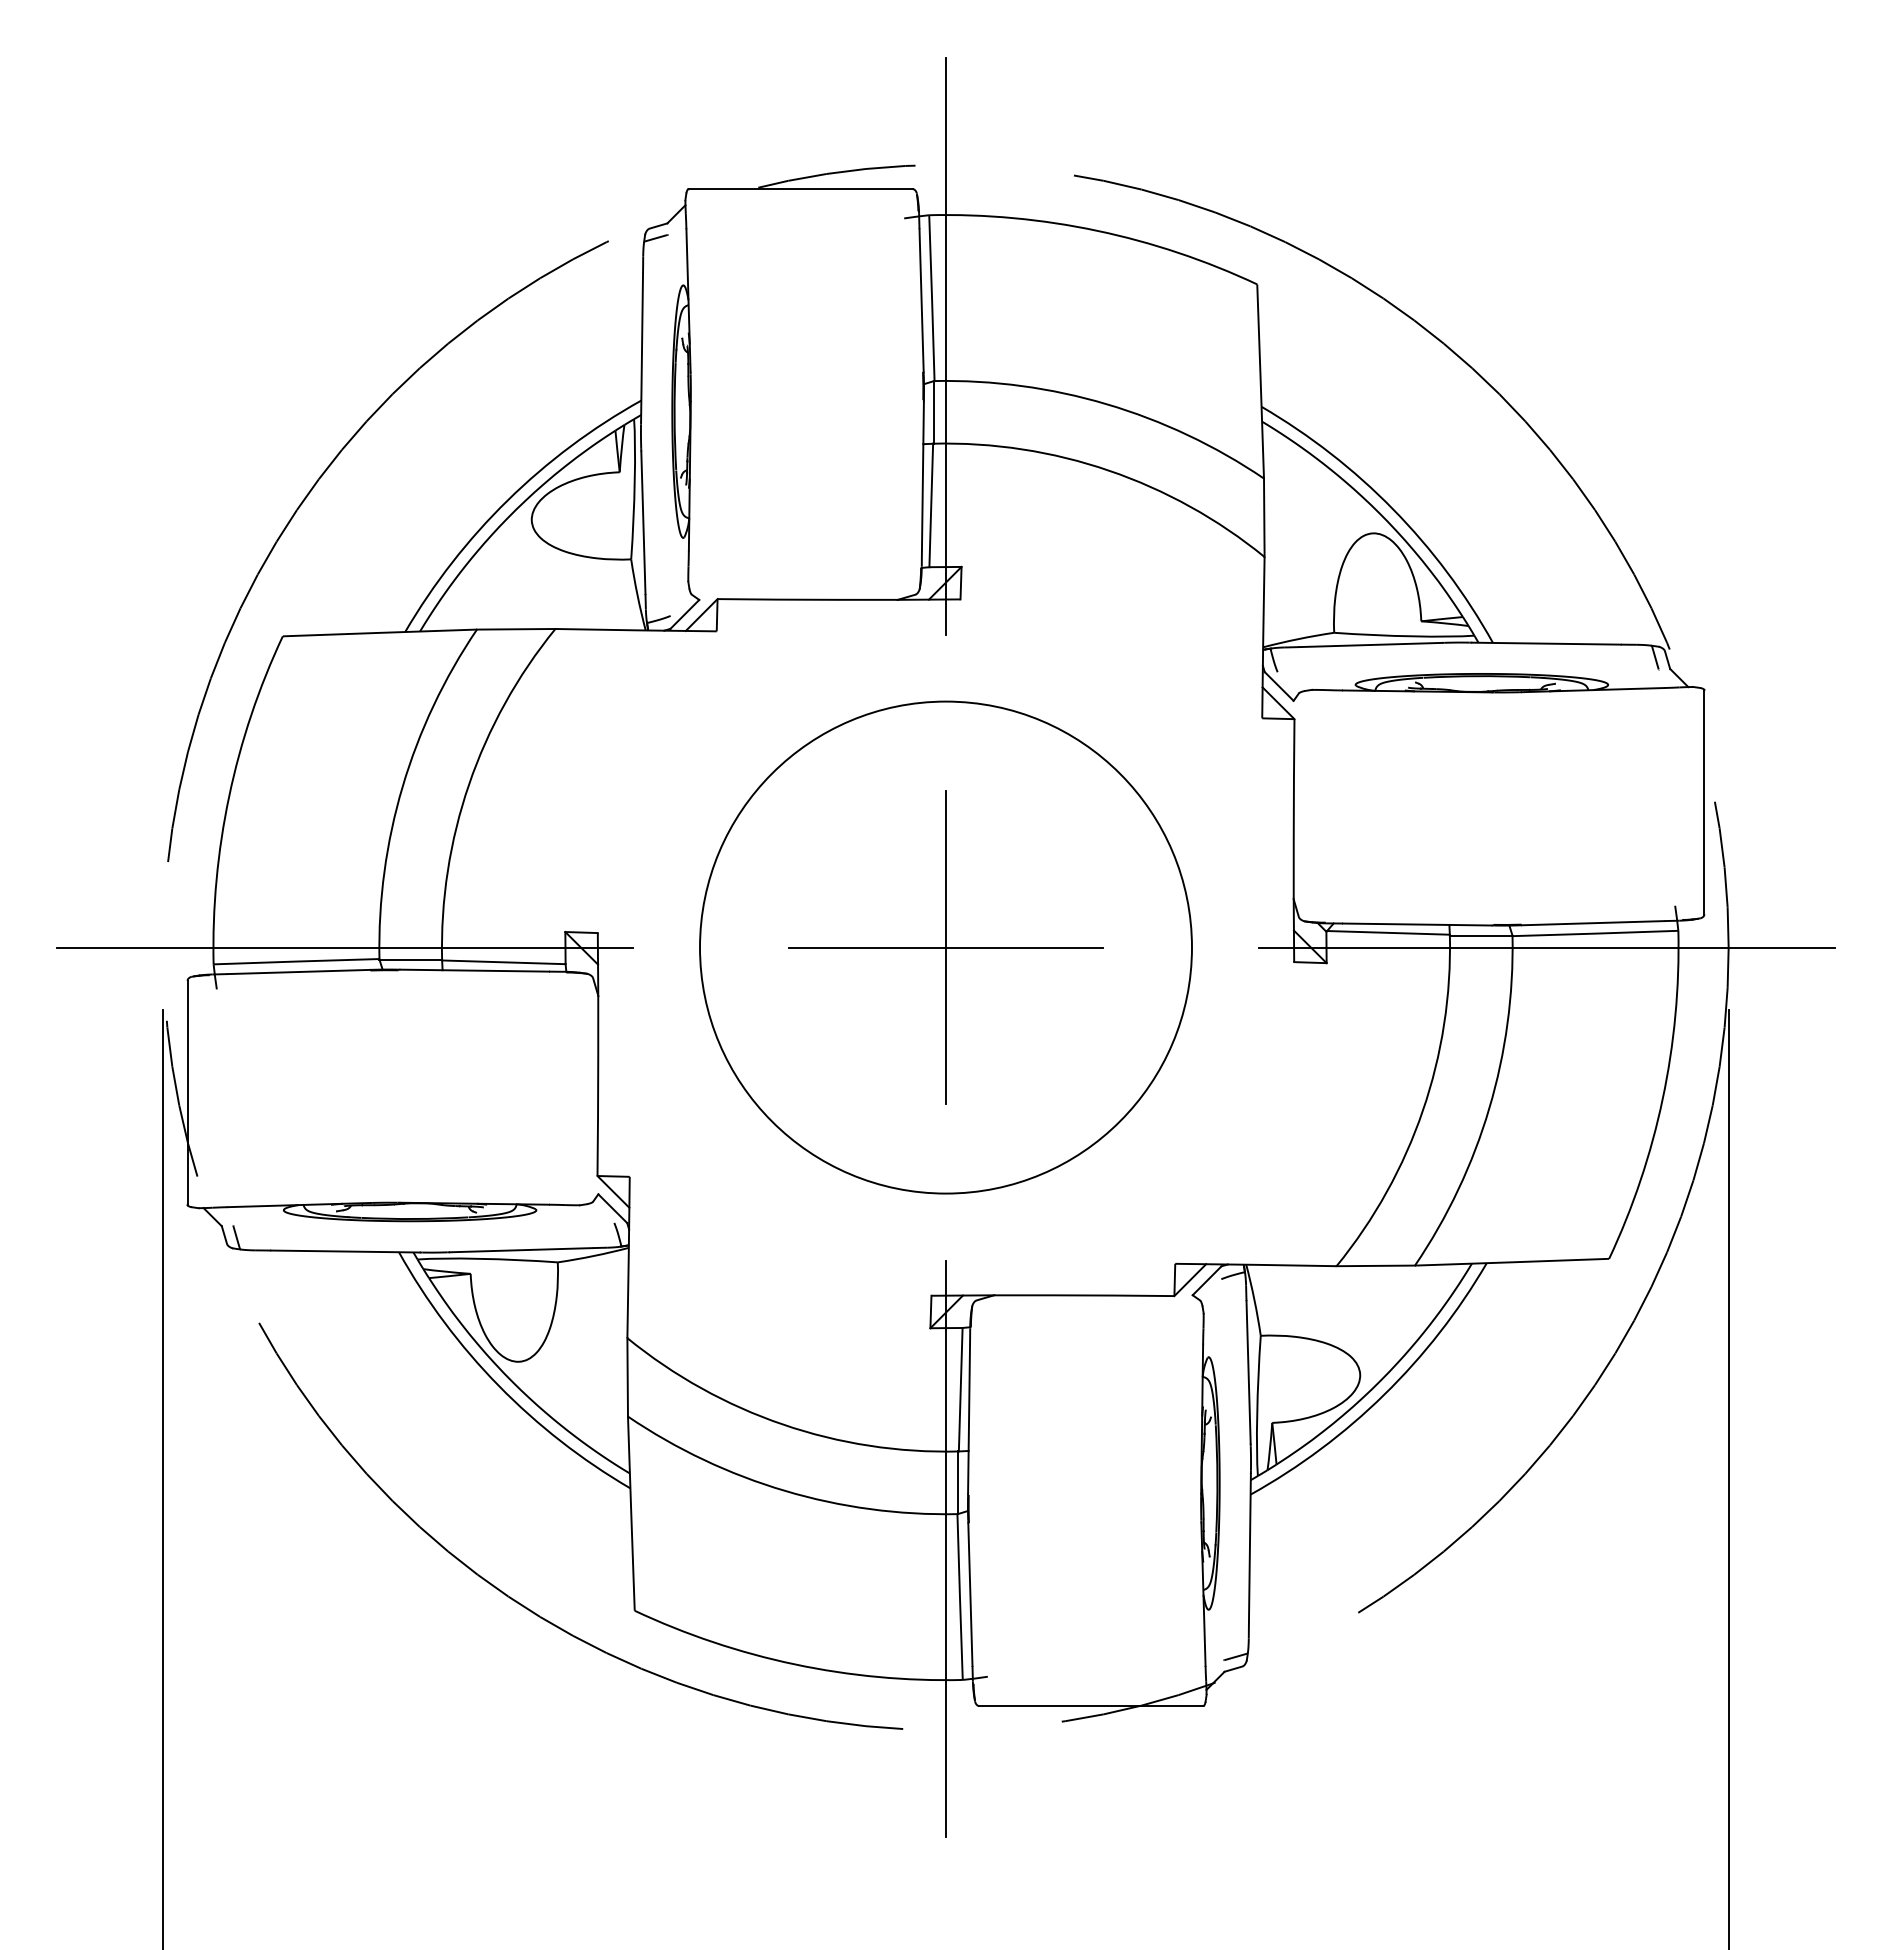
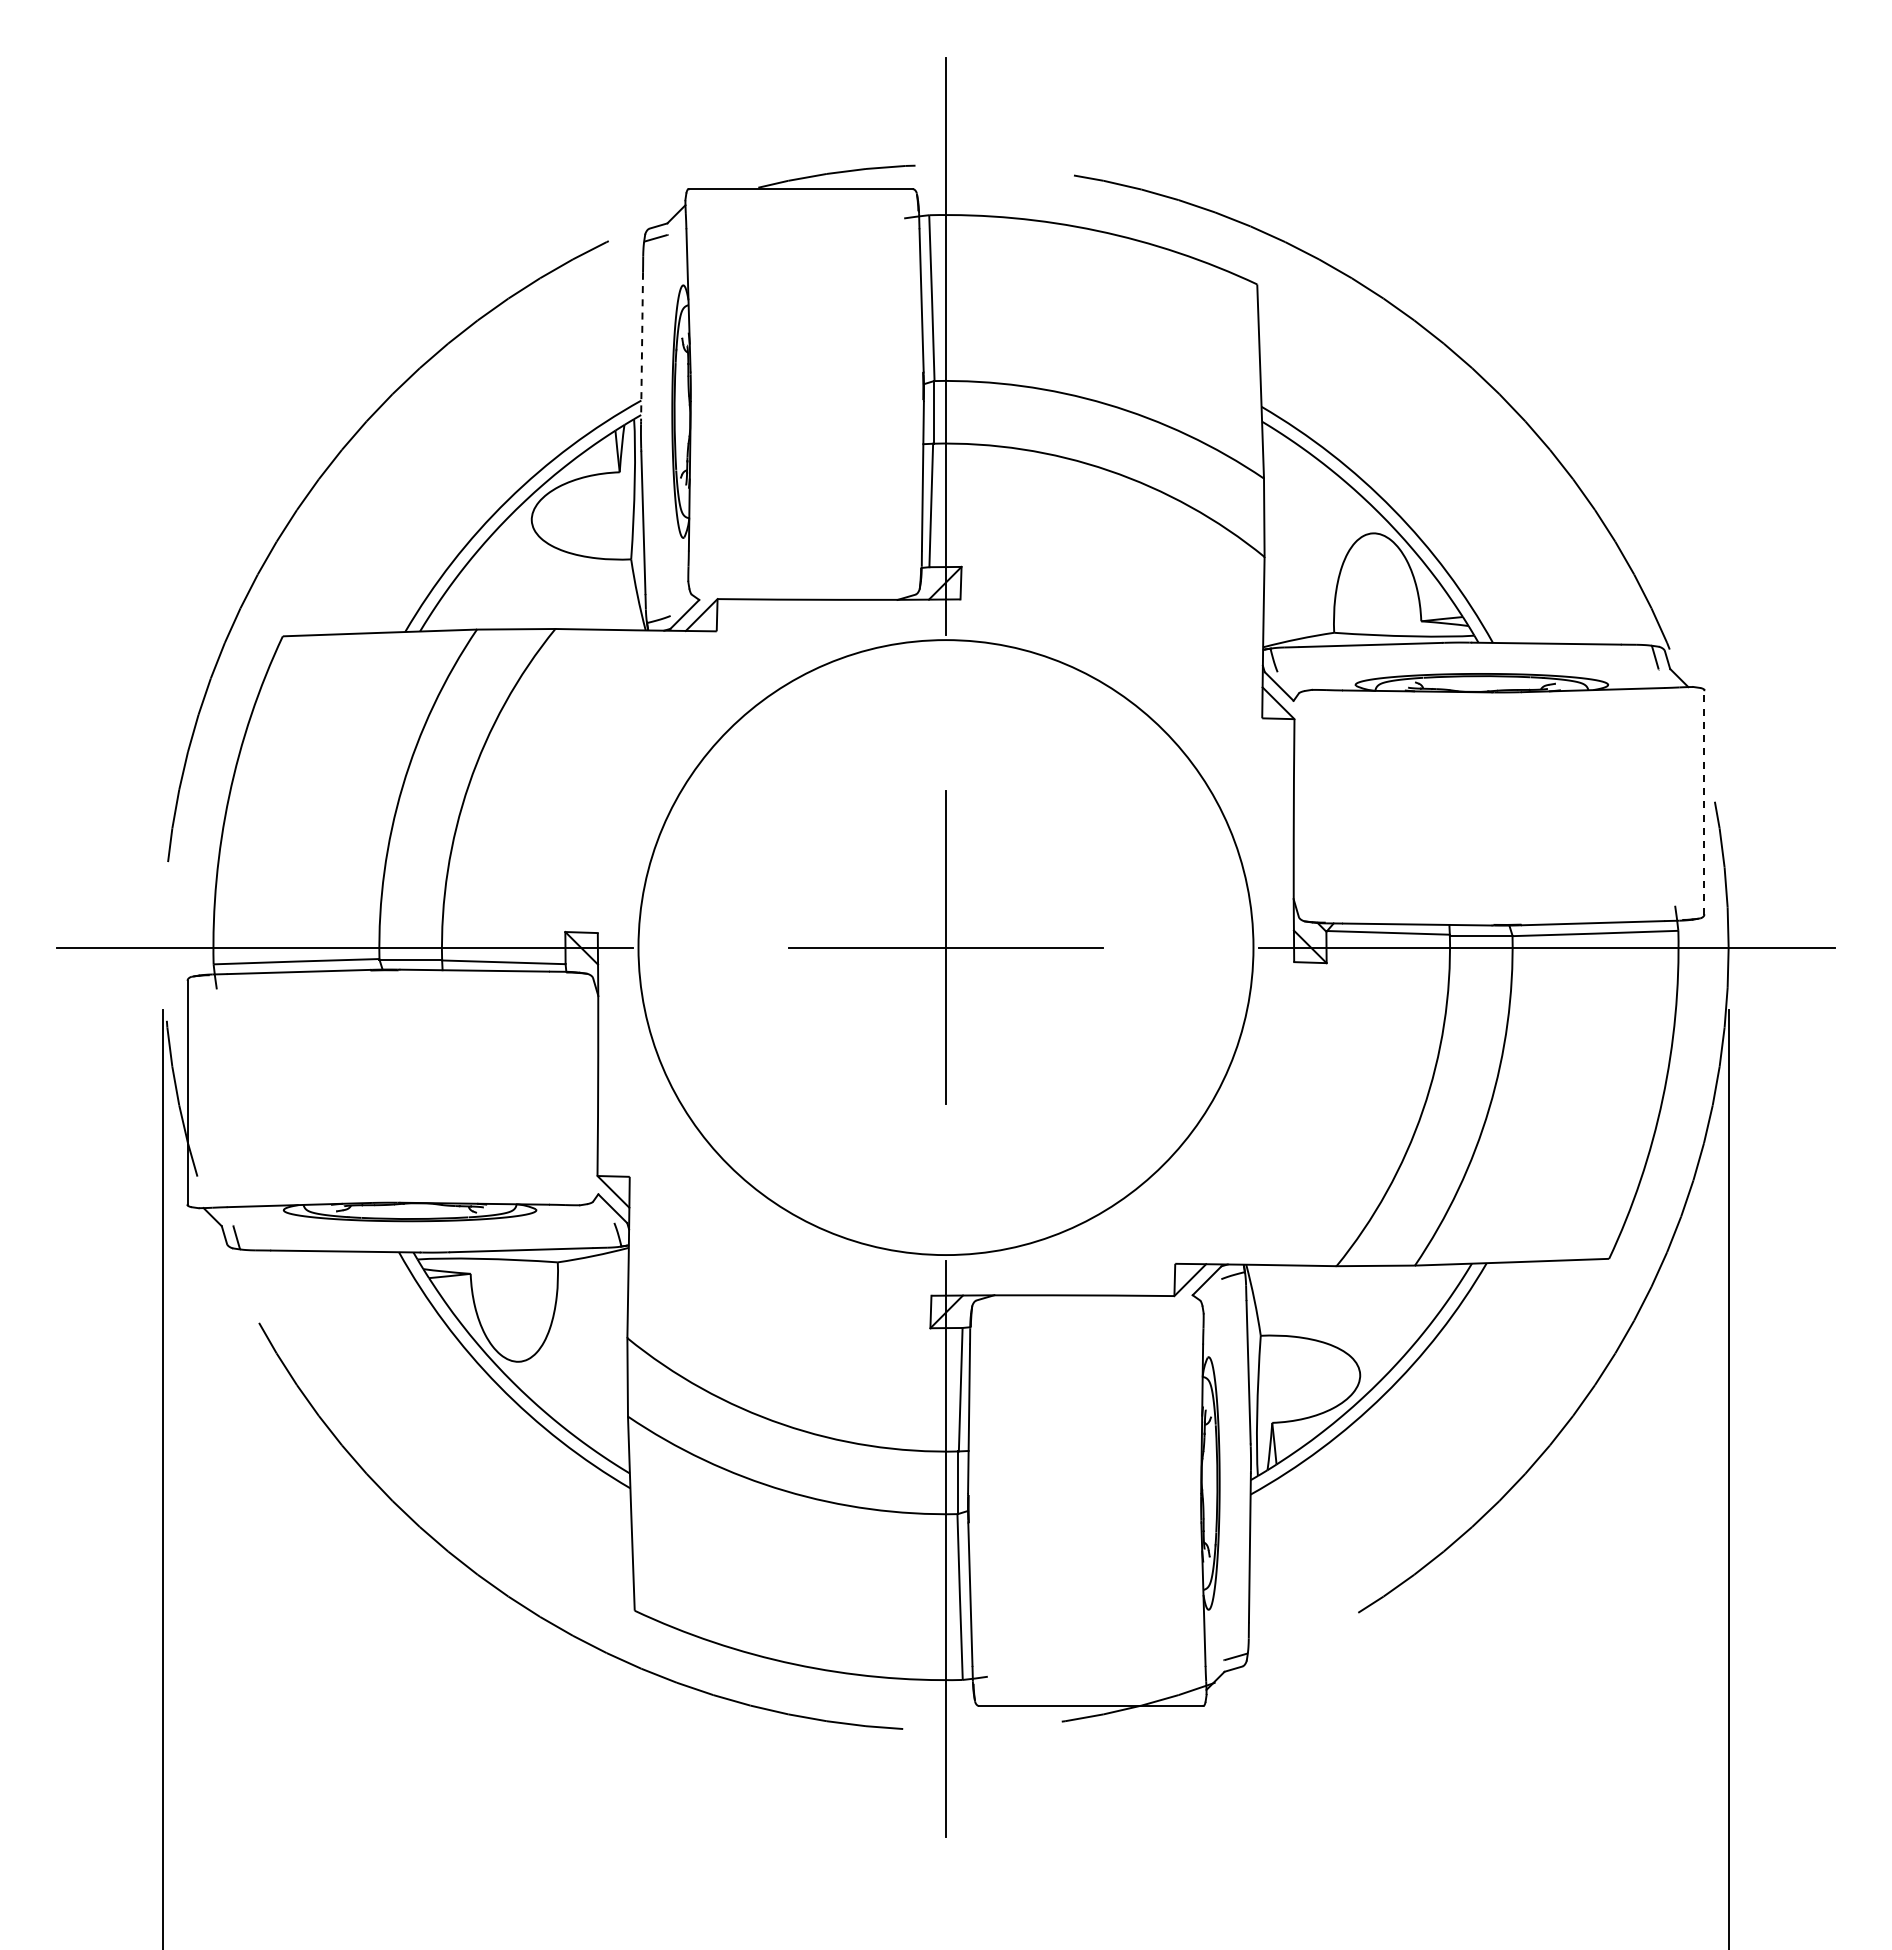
line at (642, 347): solid -> dashed
line at (1704, 801): solid -> dashed
circle at (945, 947) diameter: 492 px -> 615 px
